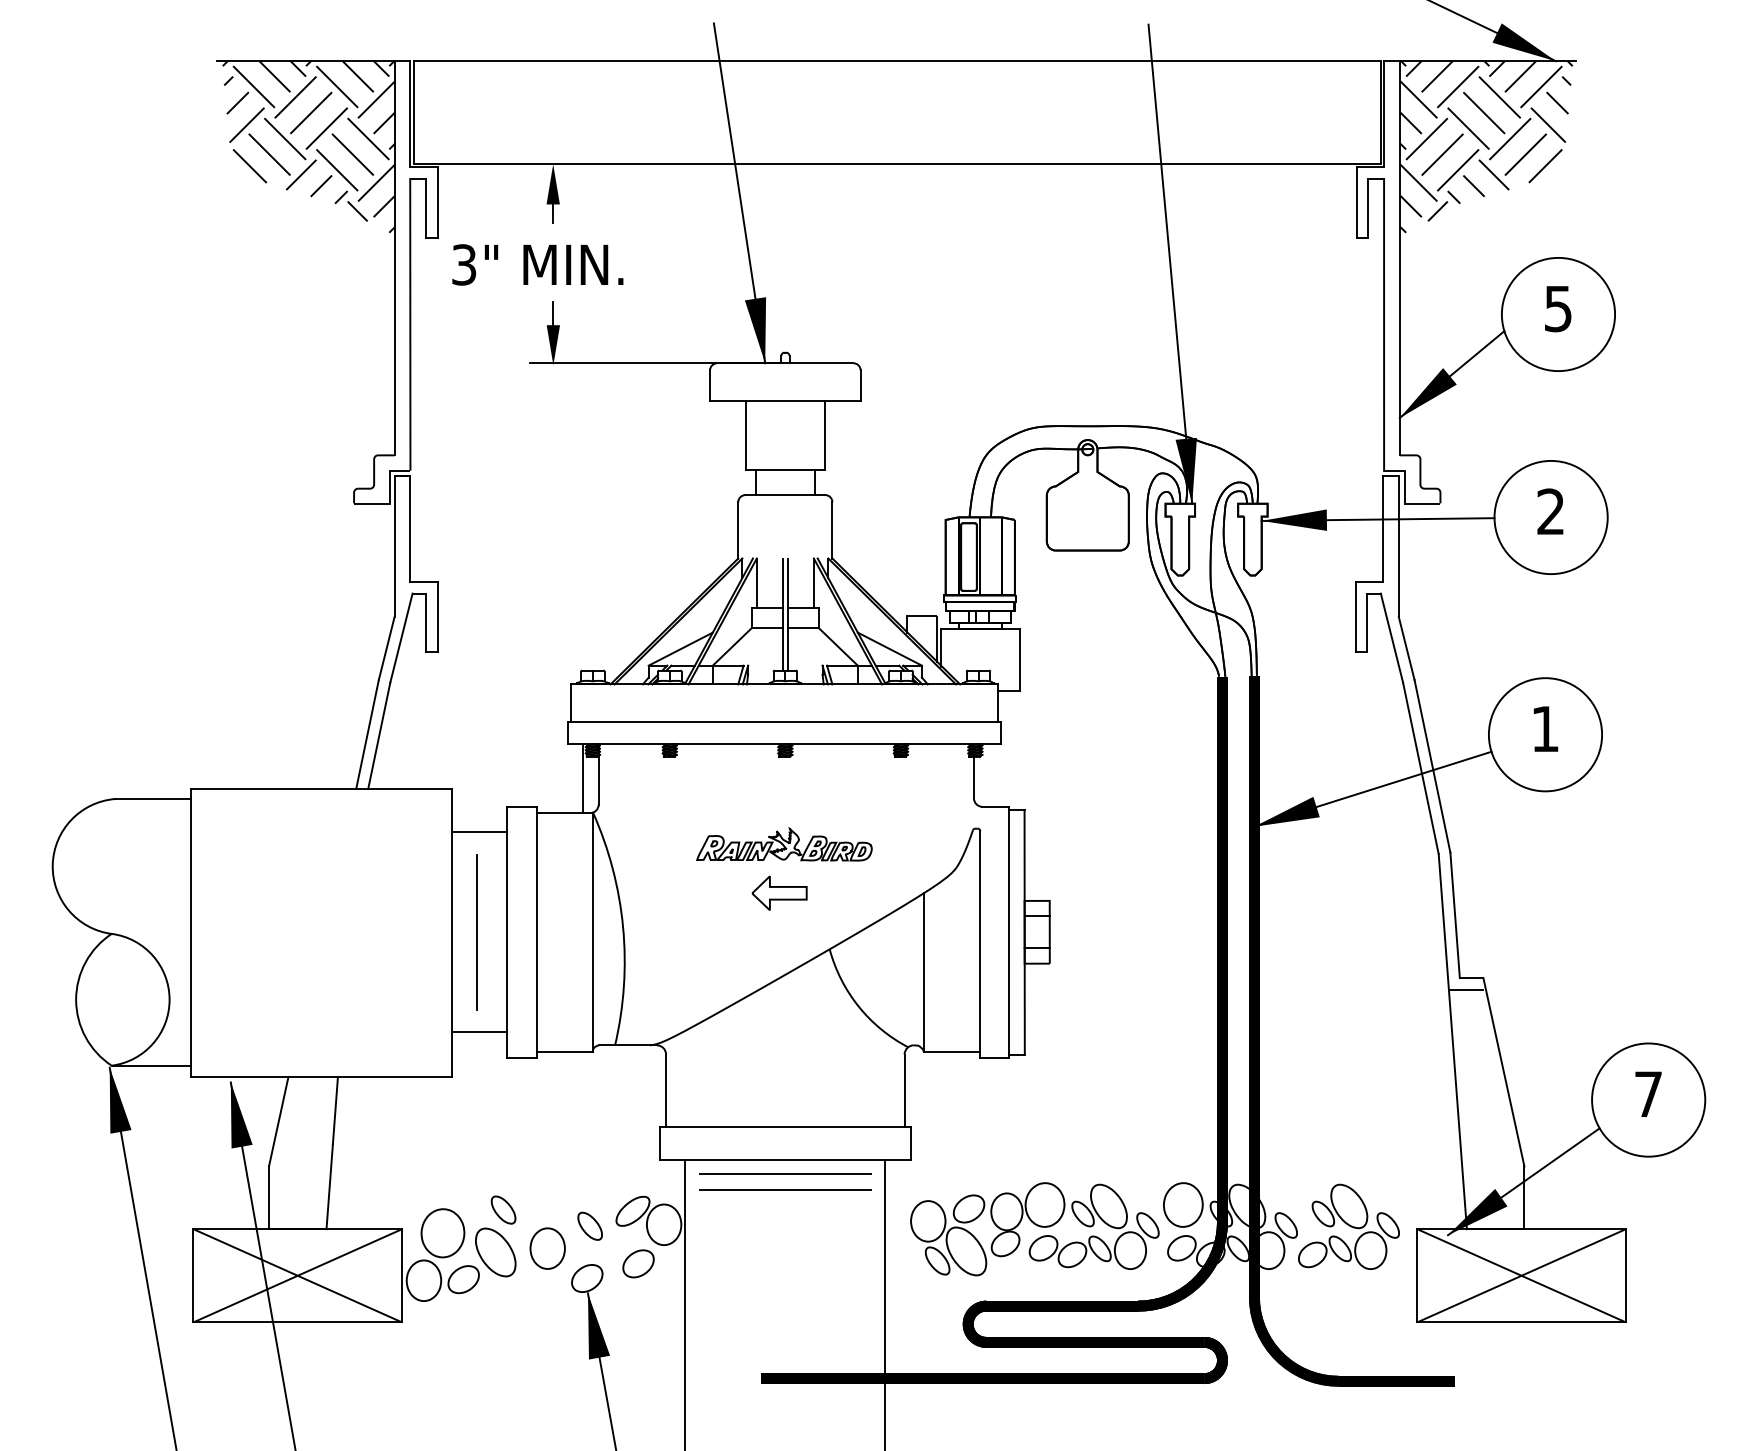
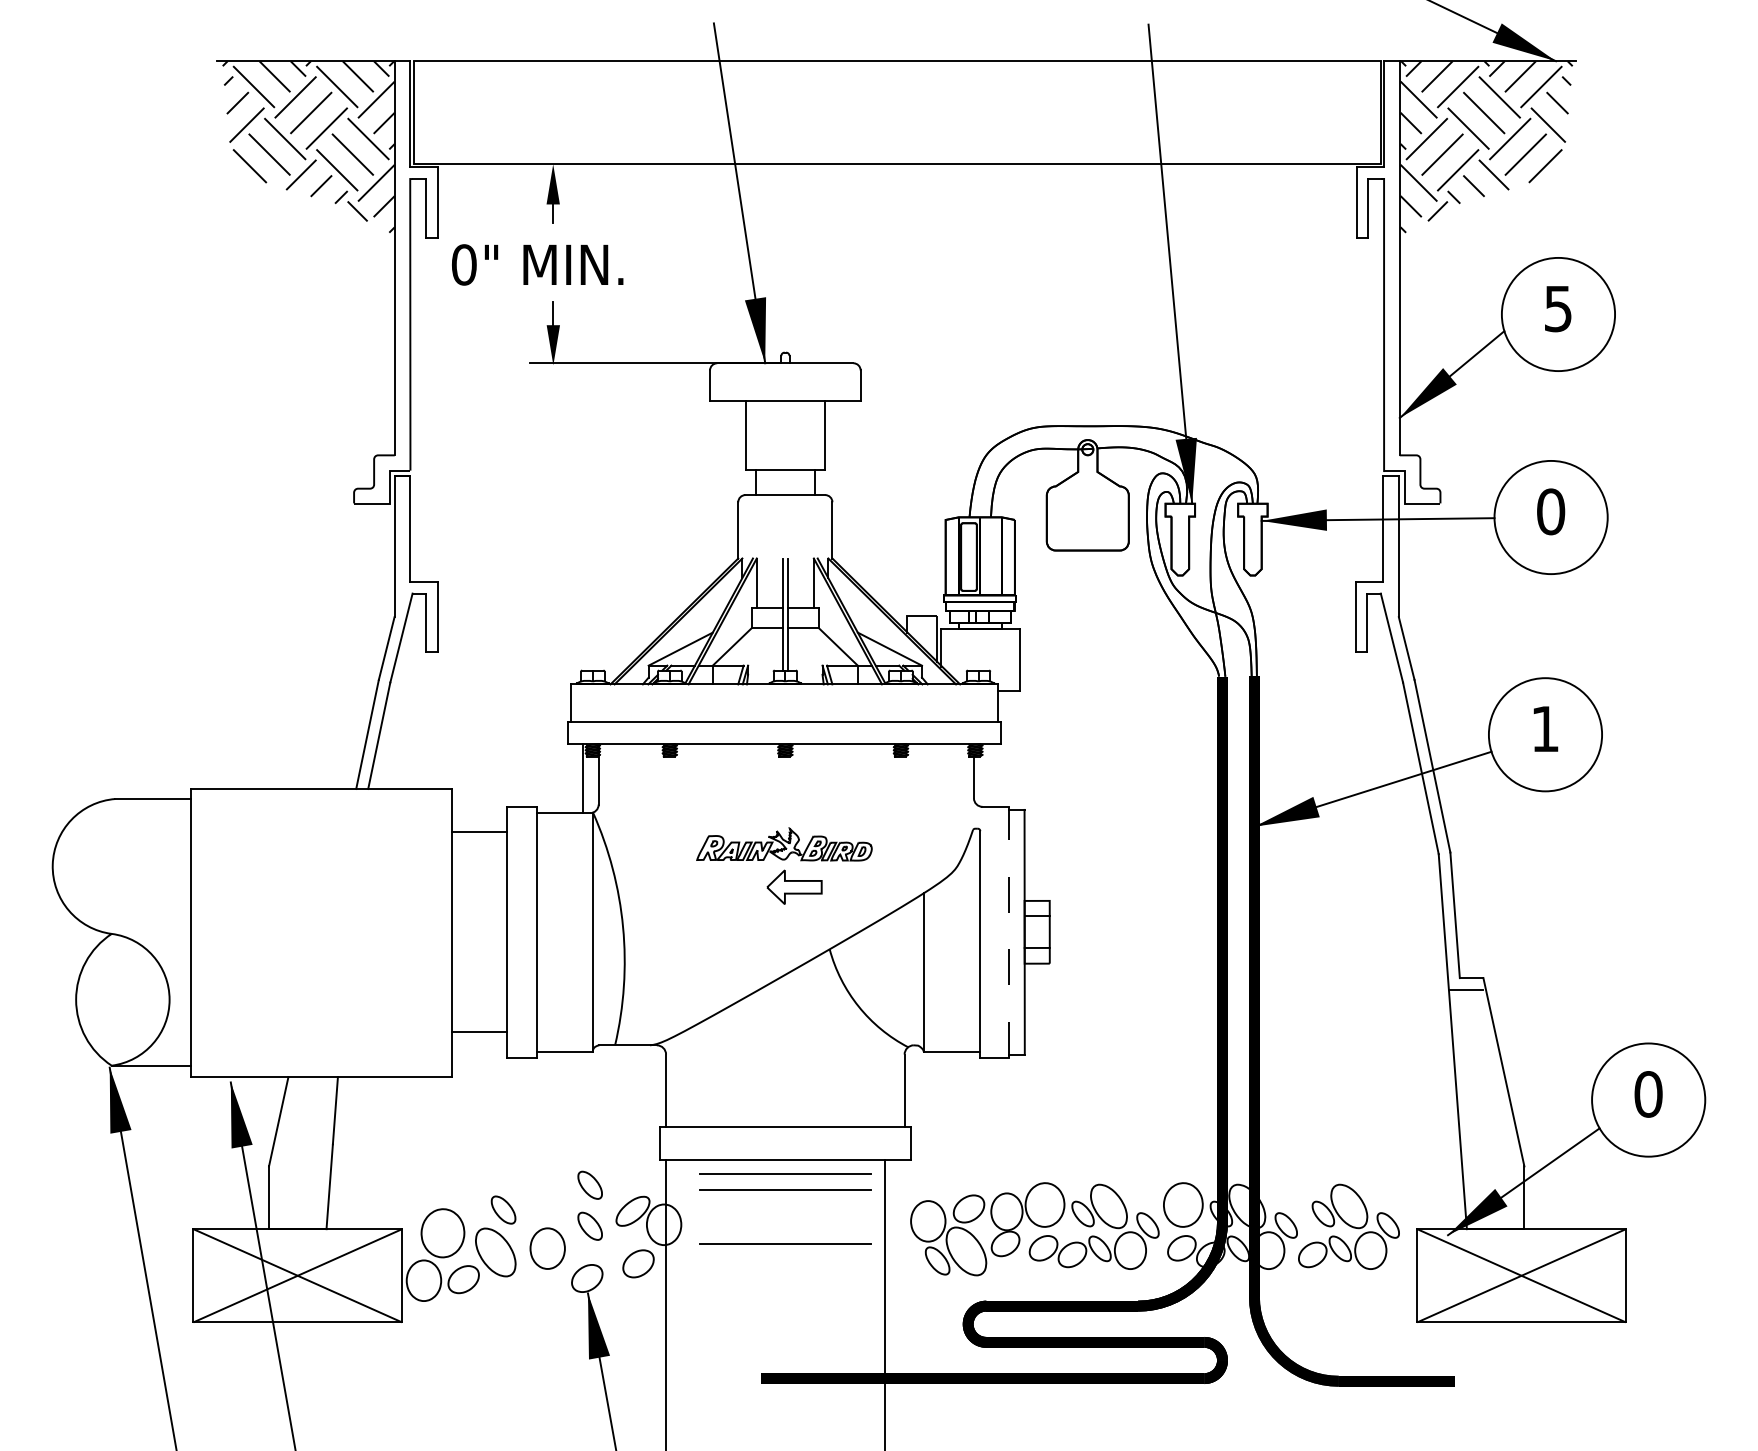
text at (464, 264): 3" -> 0"
text at (1551, 511): 2 -> 0
part at (779, 892) position: (779, 892) -> (794, 886)
line at (476, 932): present -> none
line at (1008, 932): solid -> dashed
text at (1648, 1094): 7 -> 0
part at (589, 1184): none -> present
line at (785, 1243): none -> present
line at (684, 1303) position: (684, 1303) -> (665, 1303)
